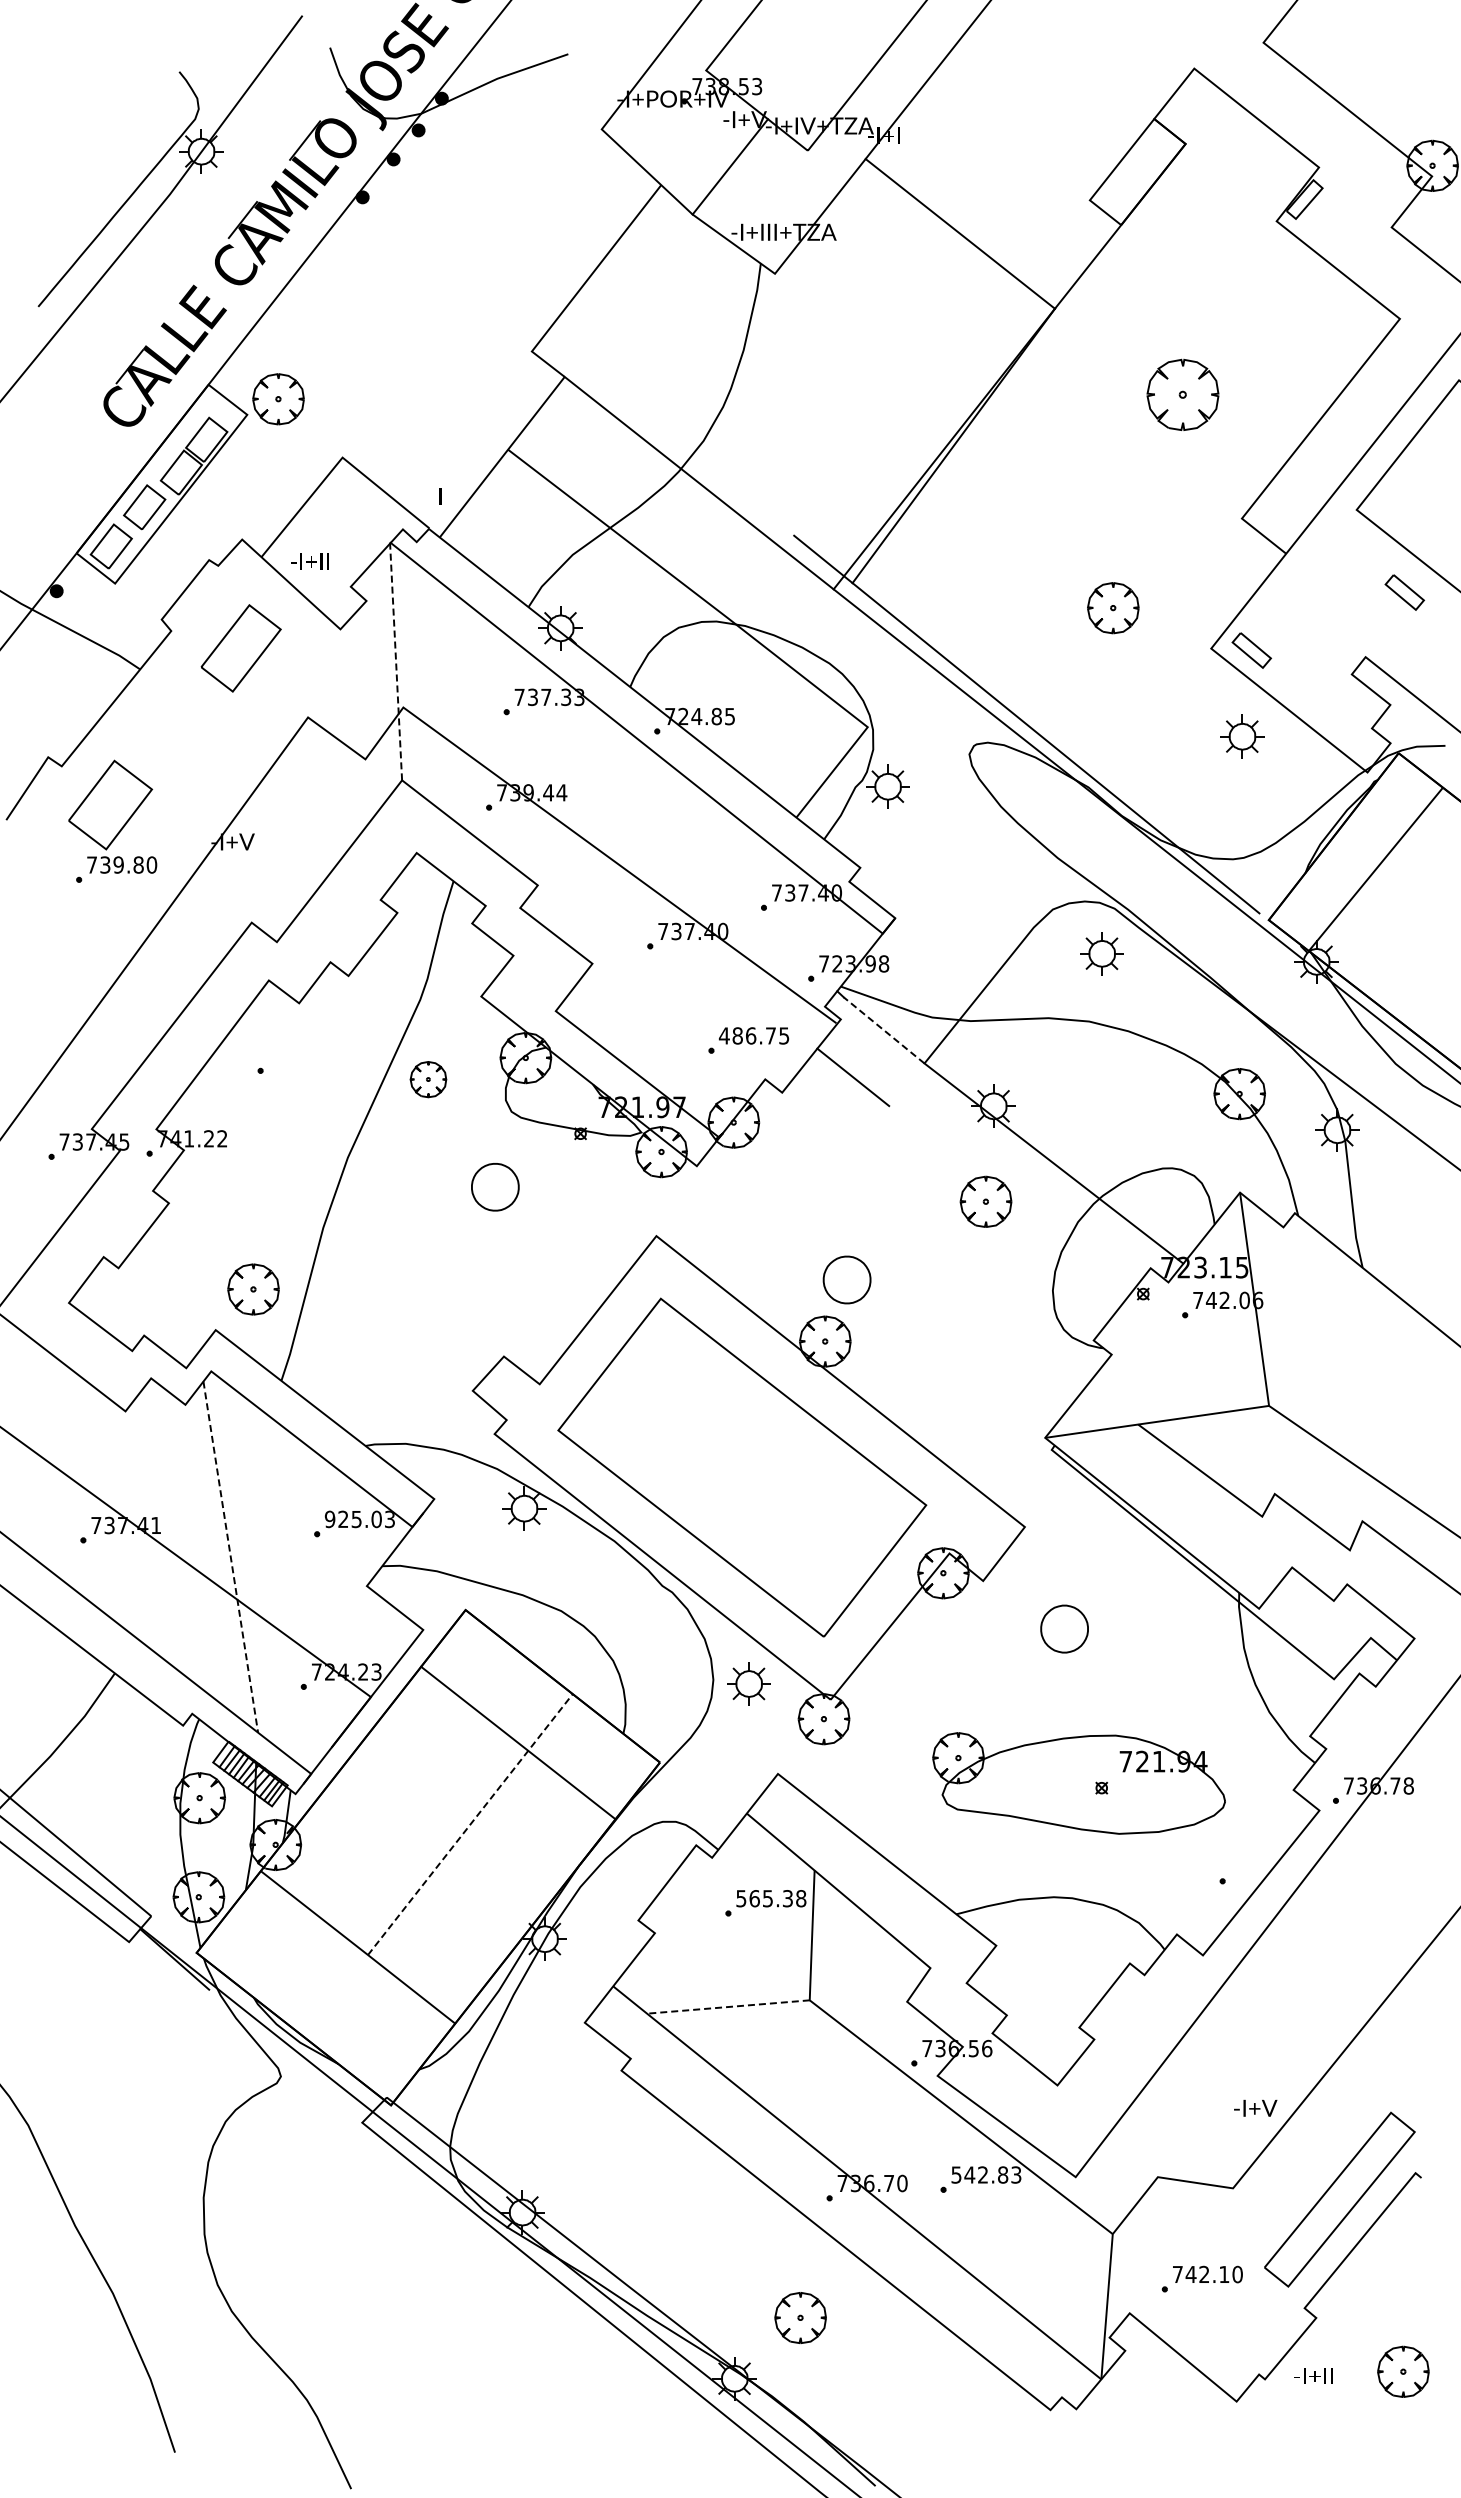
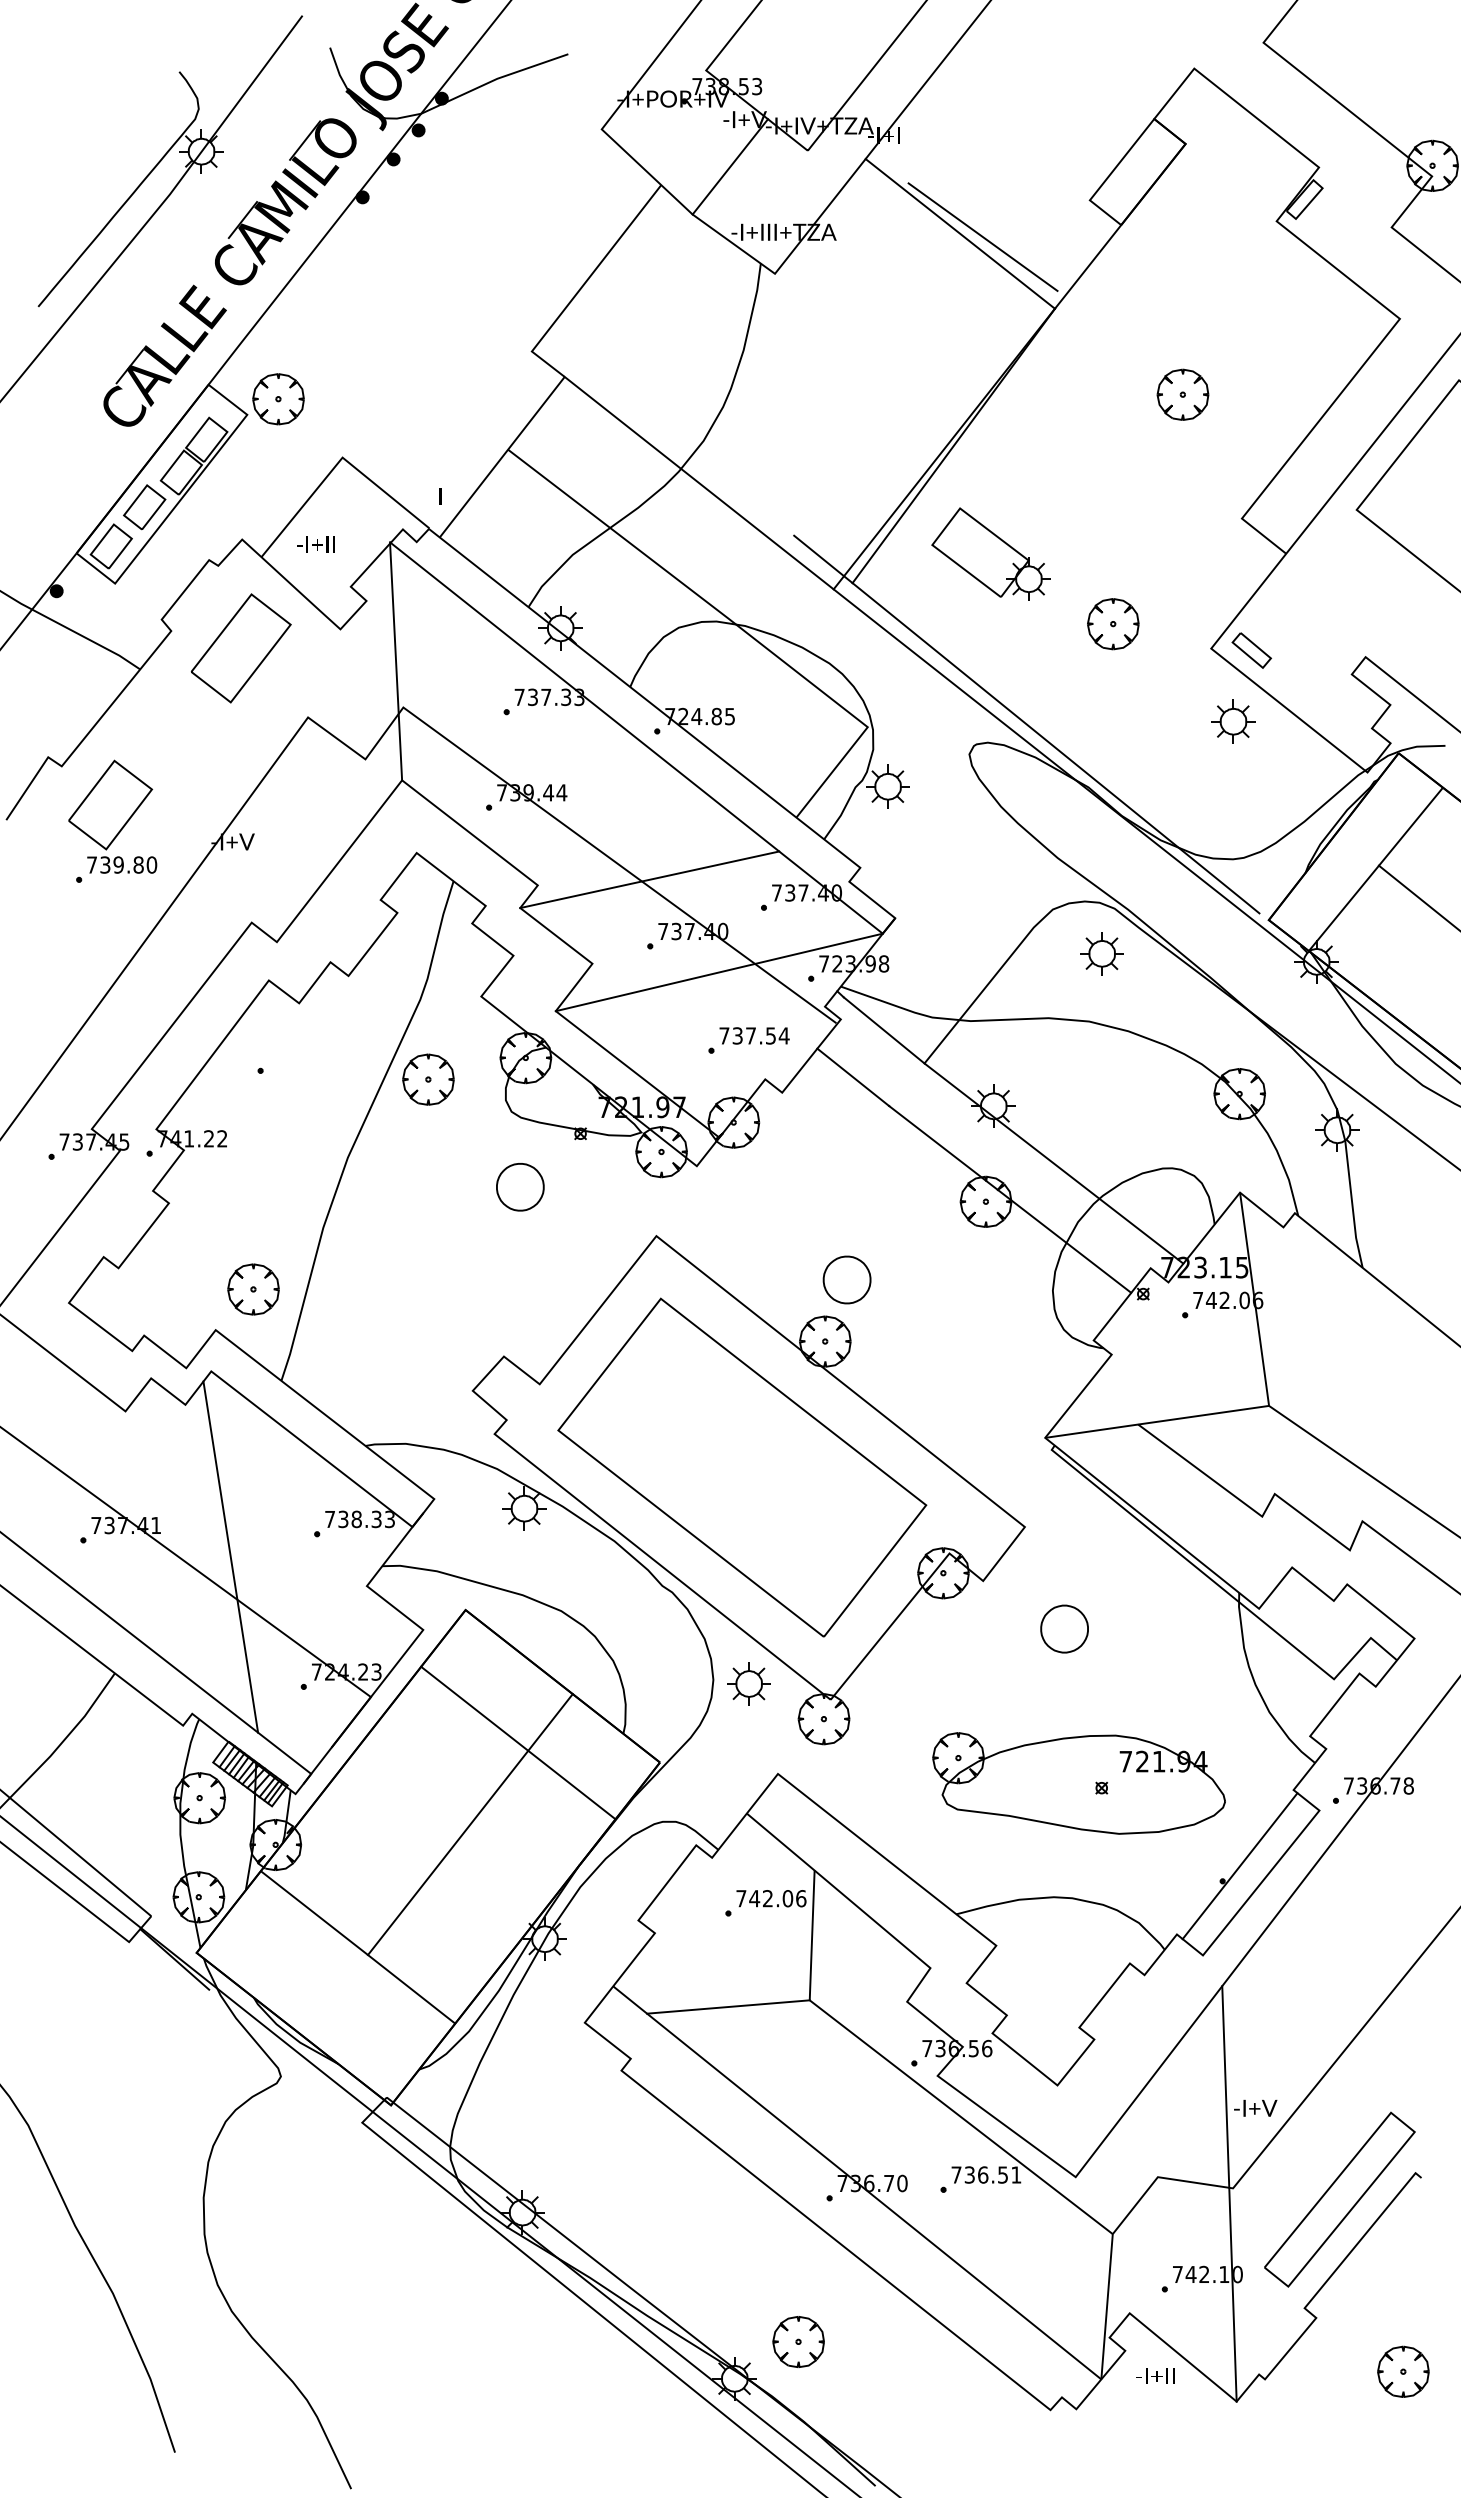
line at (982, 236): none -> present
part at (1182, 394) size: 74x73 px -> 54x53 px
part at (990, 553): none -> present
text at (309, 561) position: (309, 561) -> (315, 544)
part at (1404, 592): present -> none
part at (1113, 608) position: (1113, 608) -> (1113, 624)
part at (240, 648) size: 82x89 px -> 102x111 px
line at (396, 660): dashed -> solid
part at (1242, 736) position: (1242, 736) -> (1233, 721)
line at (649, 879): none -> present
line at (1417, 897): none -> present
line at (718, 972): none -> present
line at (883, 1030): dashed -> solid
text at (753, 1035): 486.75 -> 737.54
part at (428, 1079) size: 39x38 px -> 53x53 px
part at (495, 1187) position: (495, 1187) -> (520, 1187)
line at (1010, 1199): none -> present
text at (352, 1519): 925.03 -> 738.33
line at (230, 1557): dashed -> solid
line at (470, 1824): dashed -> solid
line at (1239, 1866): none -> present
text at (771, 1898): 565.38 -> 742.06
line at (728, 2007): dashed -> solid
text at (986, 2174): 542.83 -> 736.51
line at (1229, 2193): none -> present
part at (800, 2317) position: (800, 2317) -> (798, 2341)
text at (1313, 2375) position: (1313, 2375) -> (1155, 2375)
